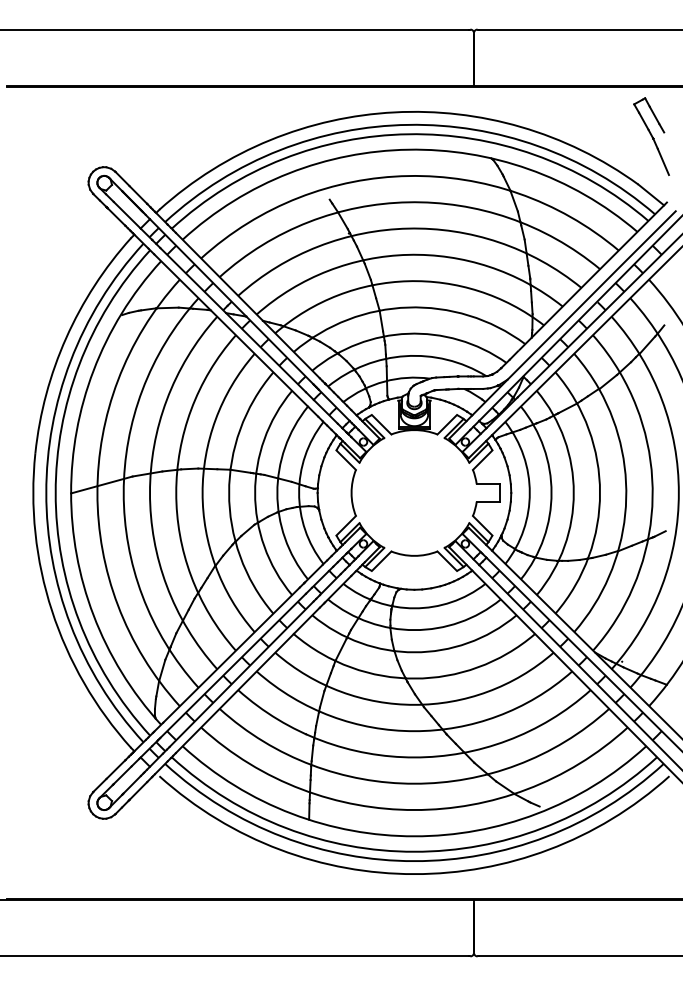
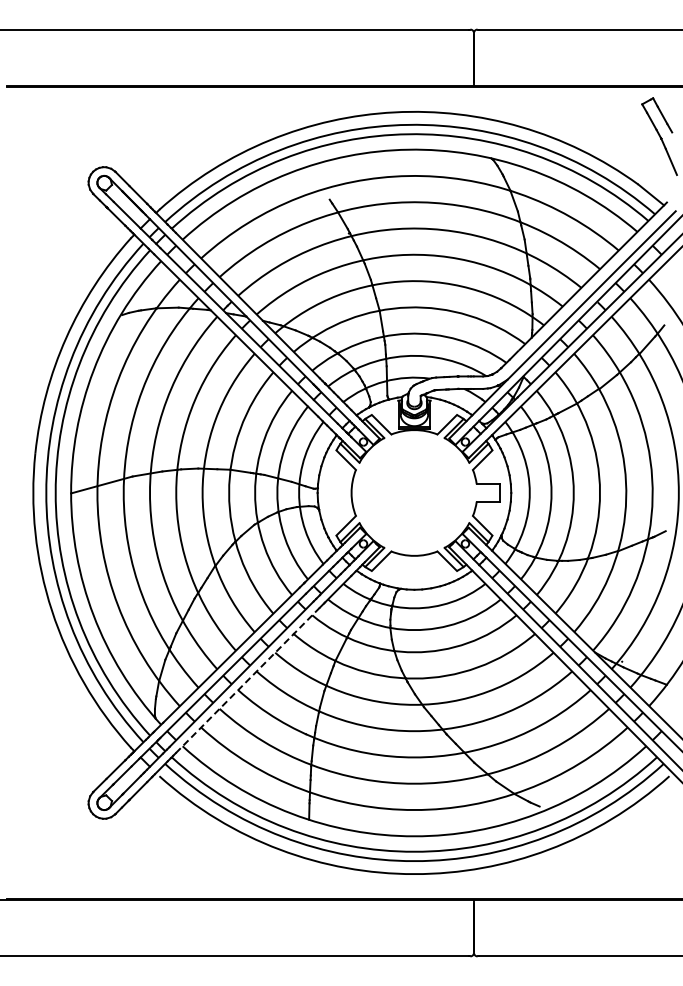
part at (651, 136) position: (651, 136) -> (659, 136)
line at (248, 680): solid -> dashed
